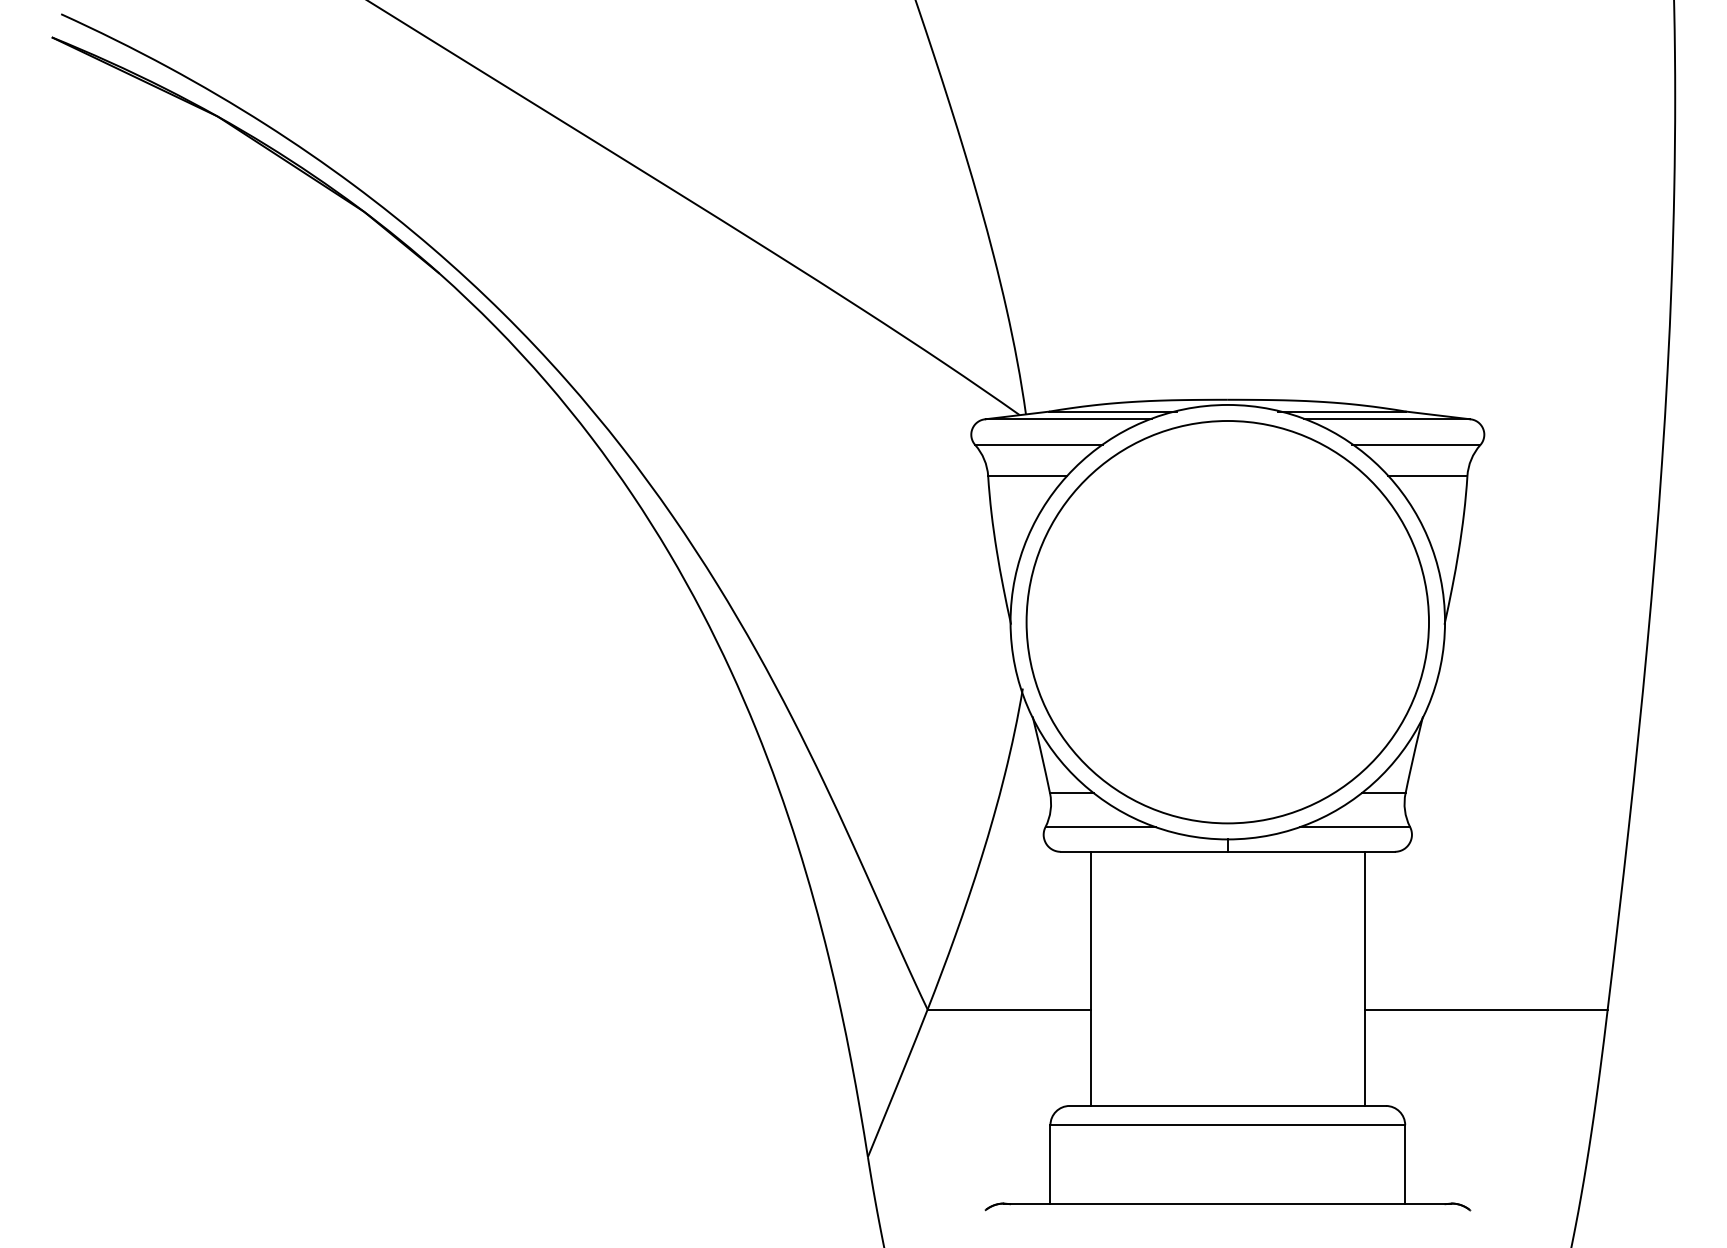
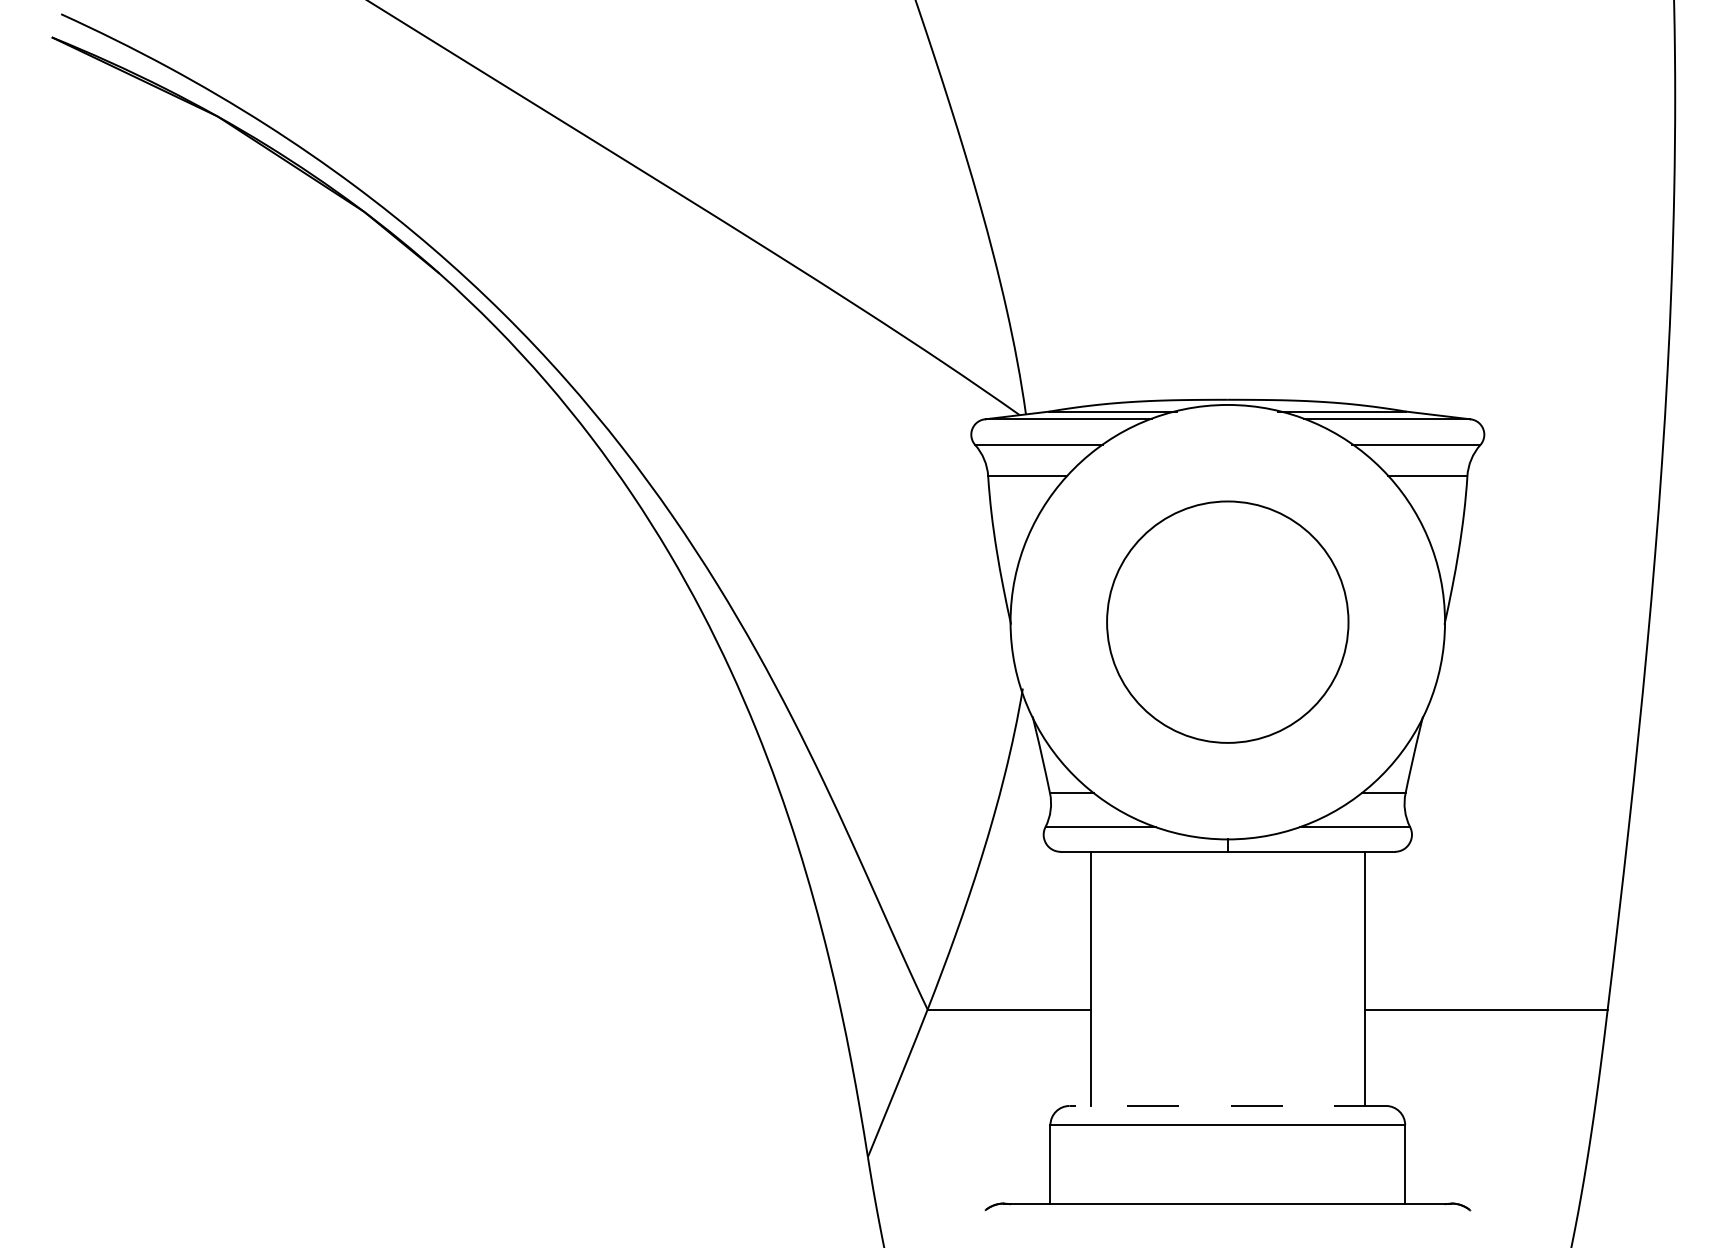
circle at (1227, 622) diameter: 402 px -> 241 px
line at (1227, 1105): solid -> dashed
